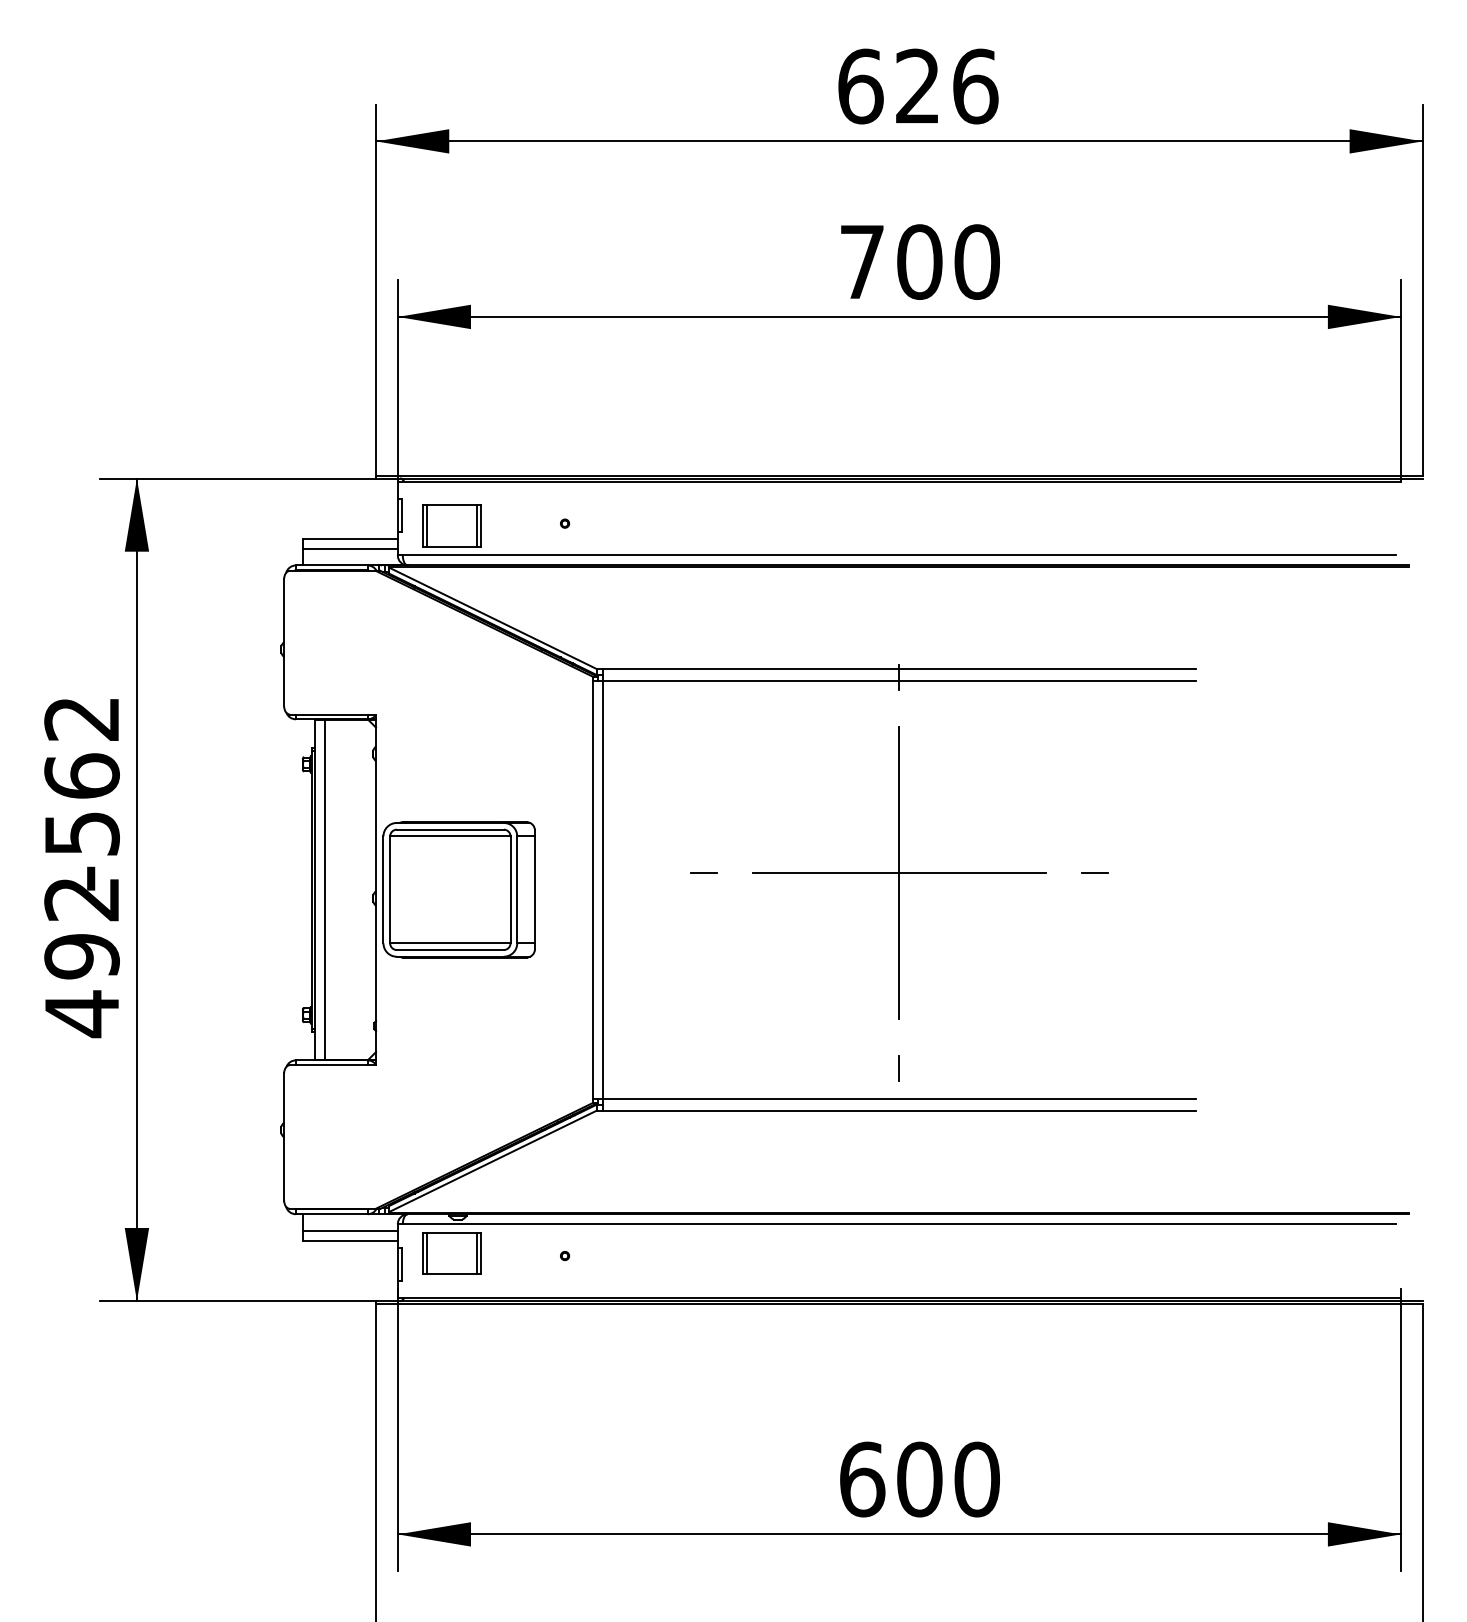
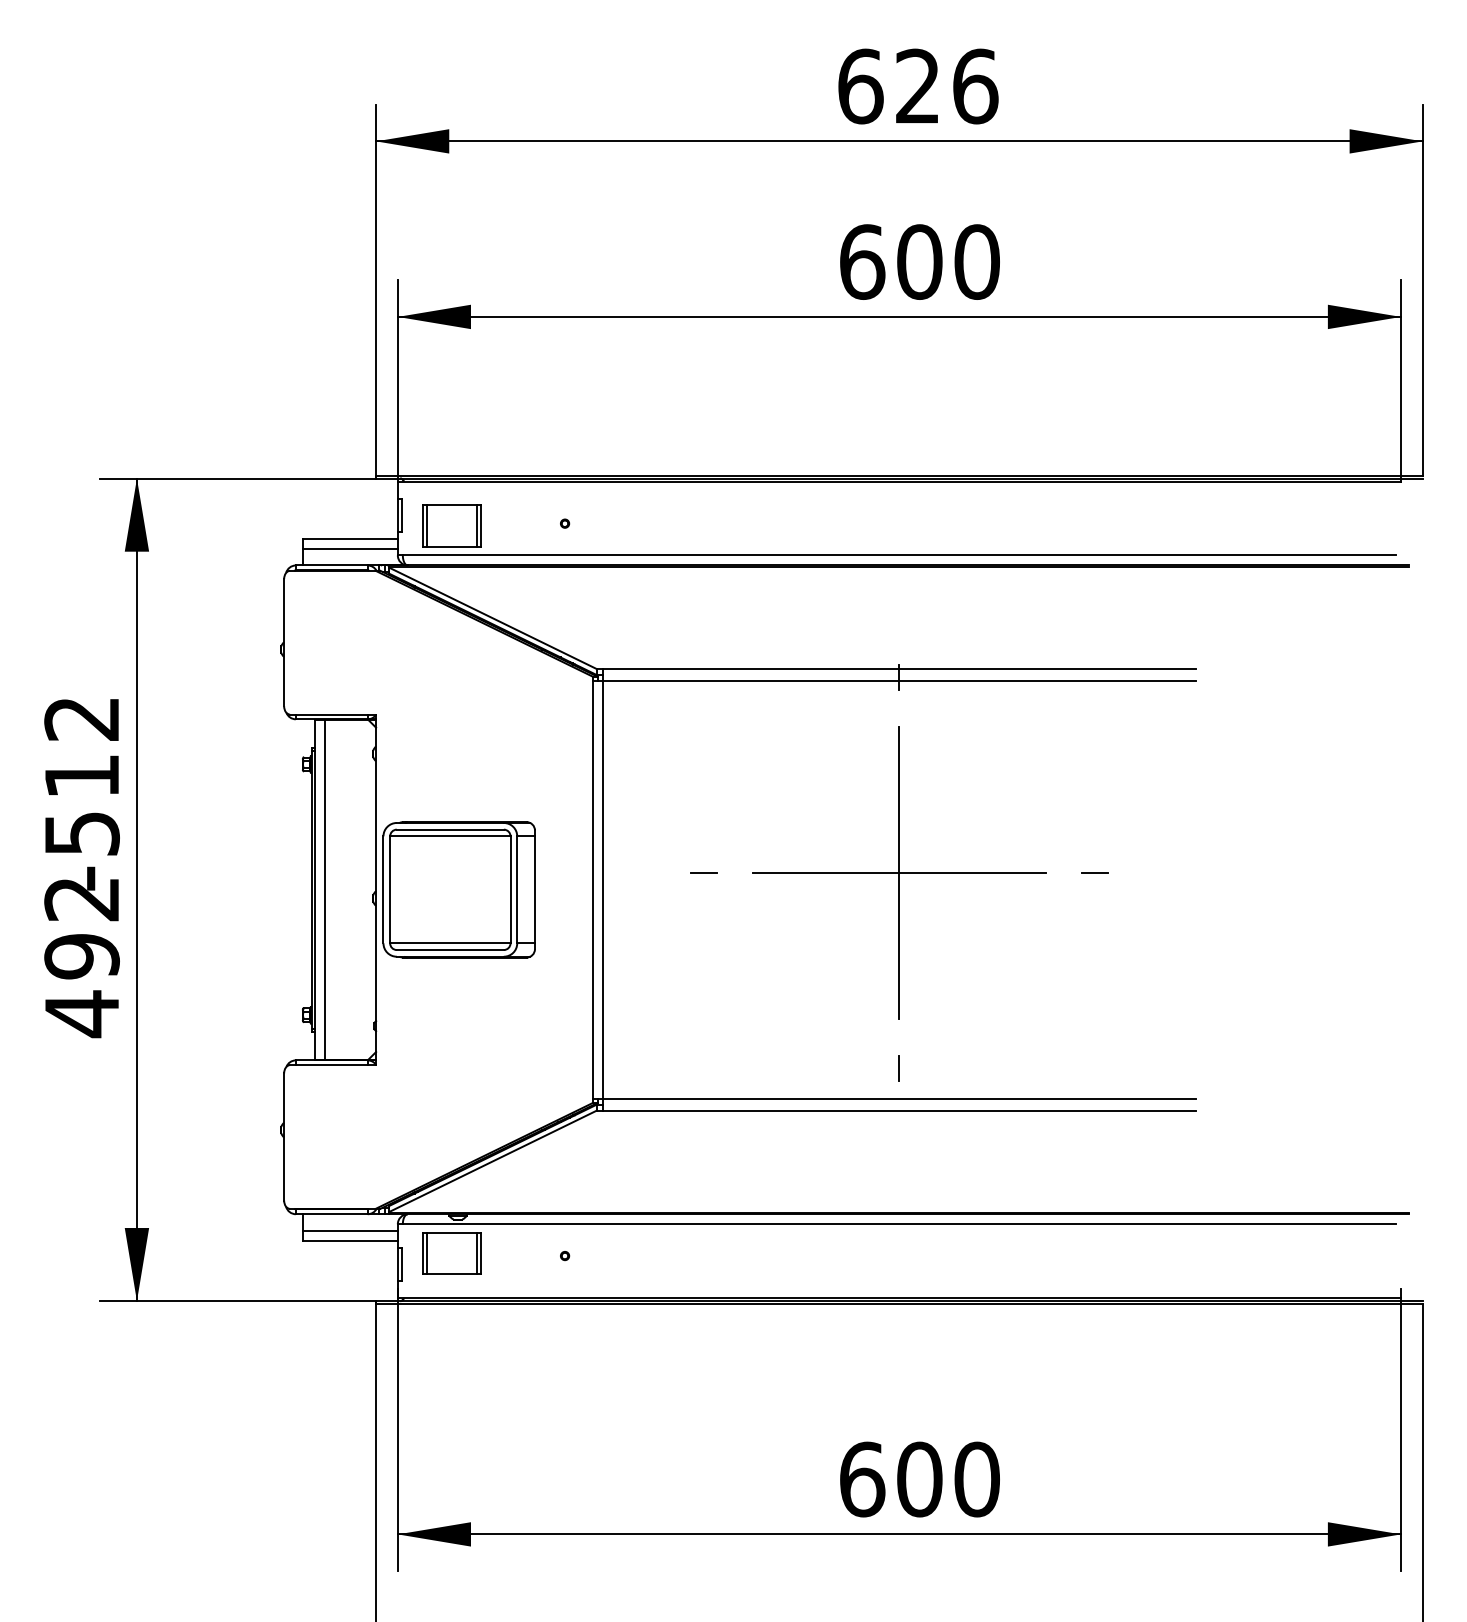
text at (862, 261): 700 -> 600
text at (81, 775): -562 -> -512
